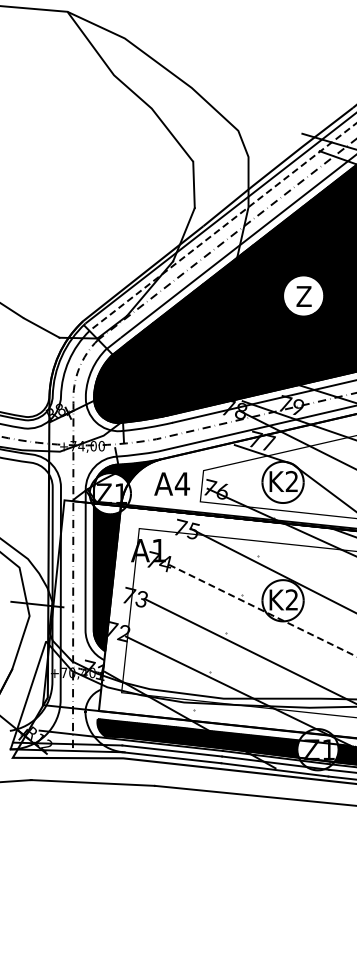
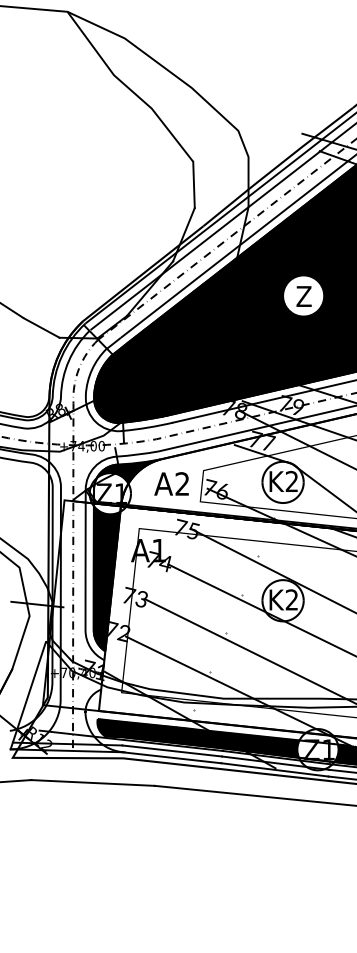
line at (223, 226): dashed -> solid
text at (181, 483): A4 -> A2
line at (261, 610): dashed -> solid
